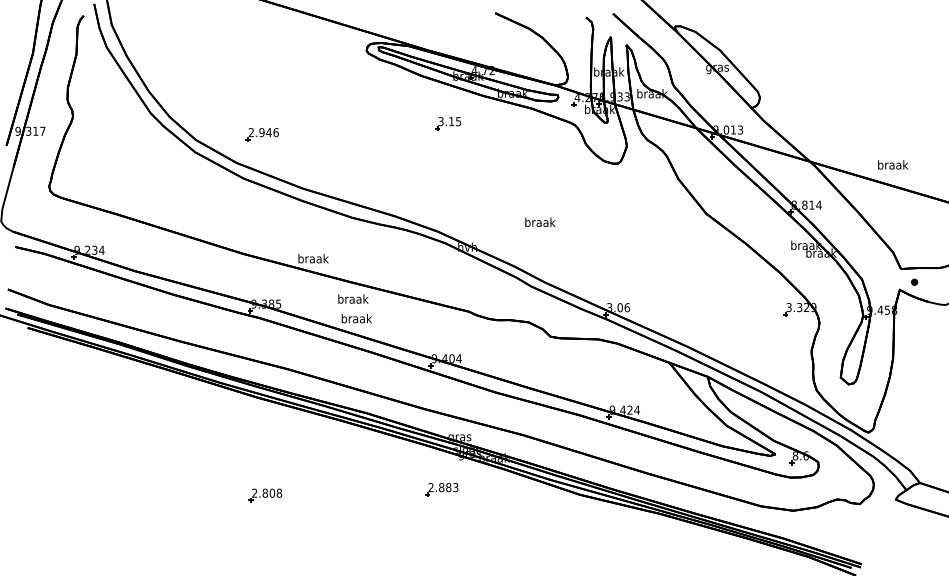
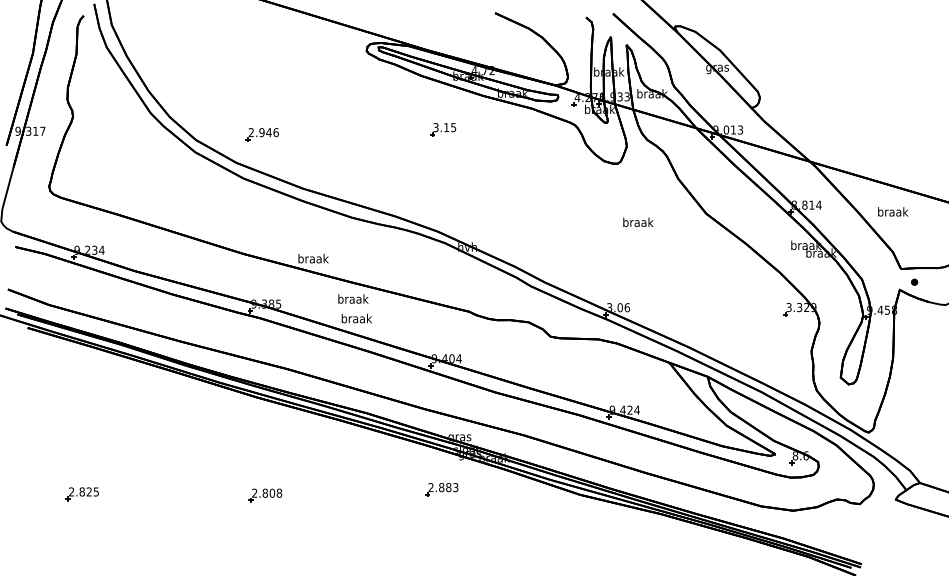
part at (448, 123) position: (448, 123) -> (443, 129)
text at (893, 164) position: (893, 164) -> (893, 211)
text at (540, 221) position: (540, 221) -> (638, 221)
part at (81, 494): none -> present
